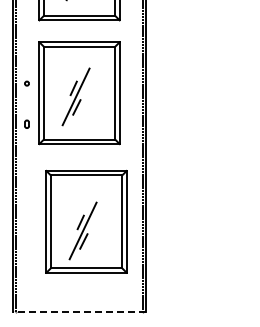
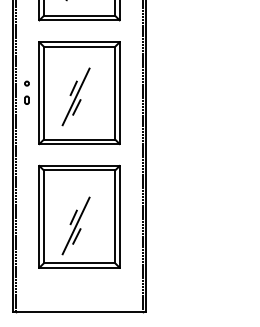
part at (26, 123) position: (26, 123) -> (26, 99)
part at (86, 221) position: (86, 221) -> (79, 216)
line at (79, 312): dashed -> solid
